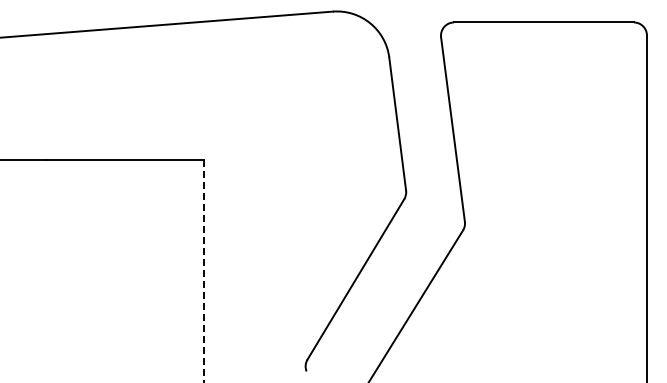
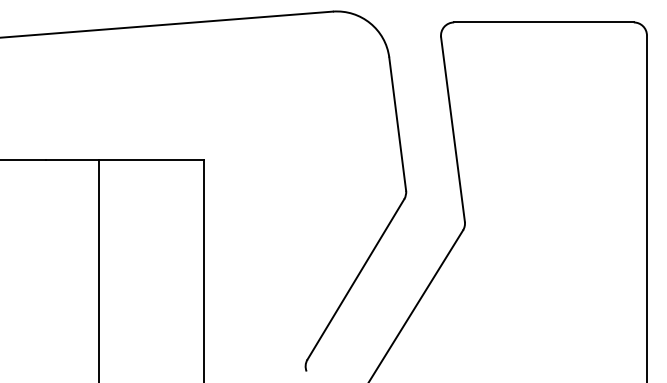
line at (98, 269): none -> present
line at (204, 271): dashed -> solid
